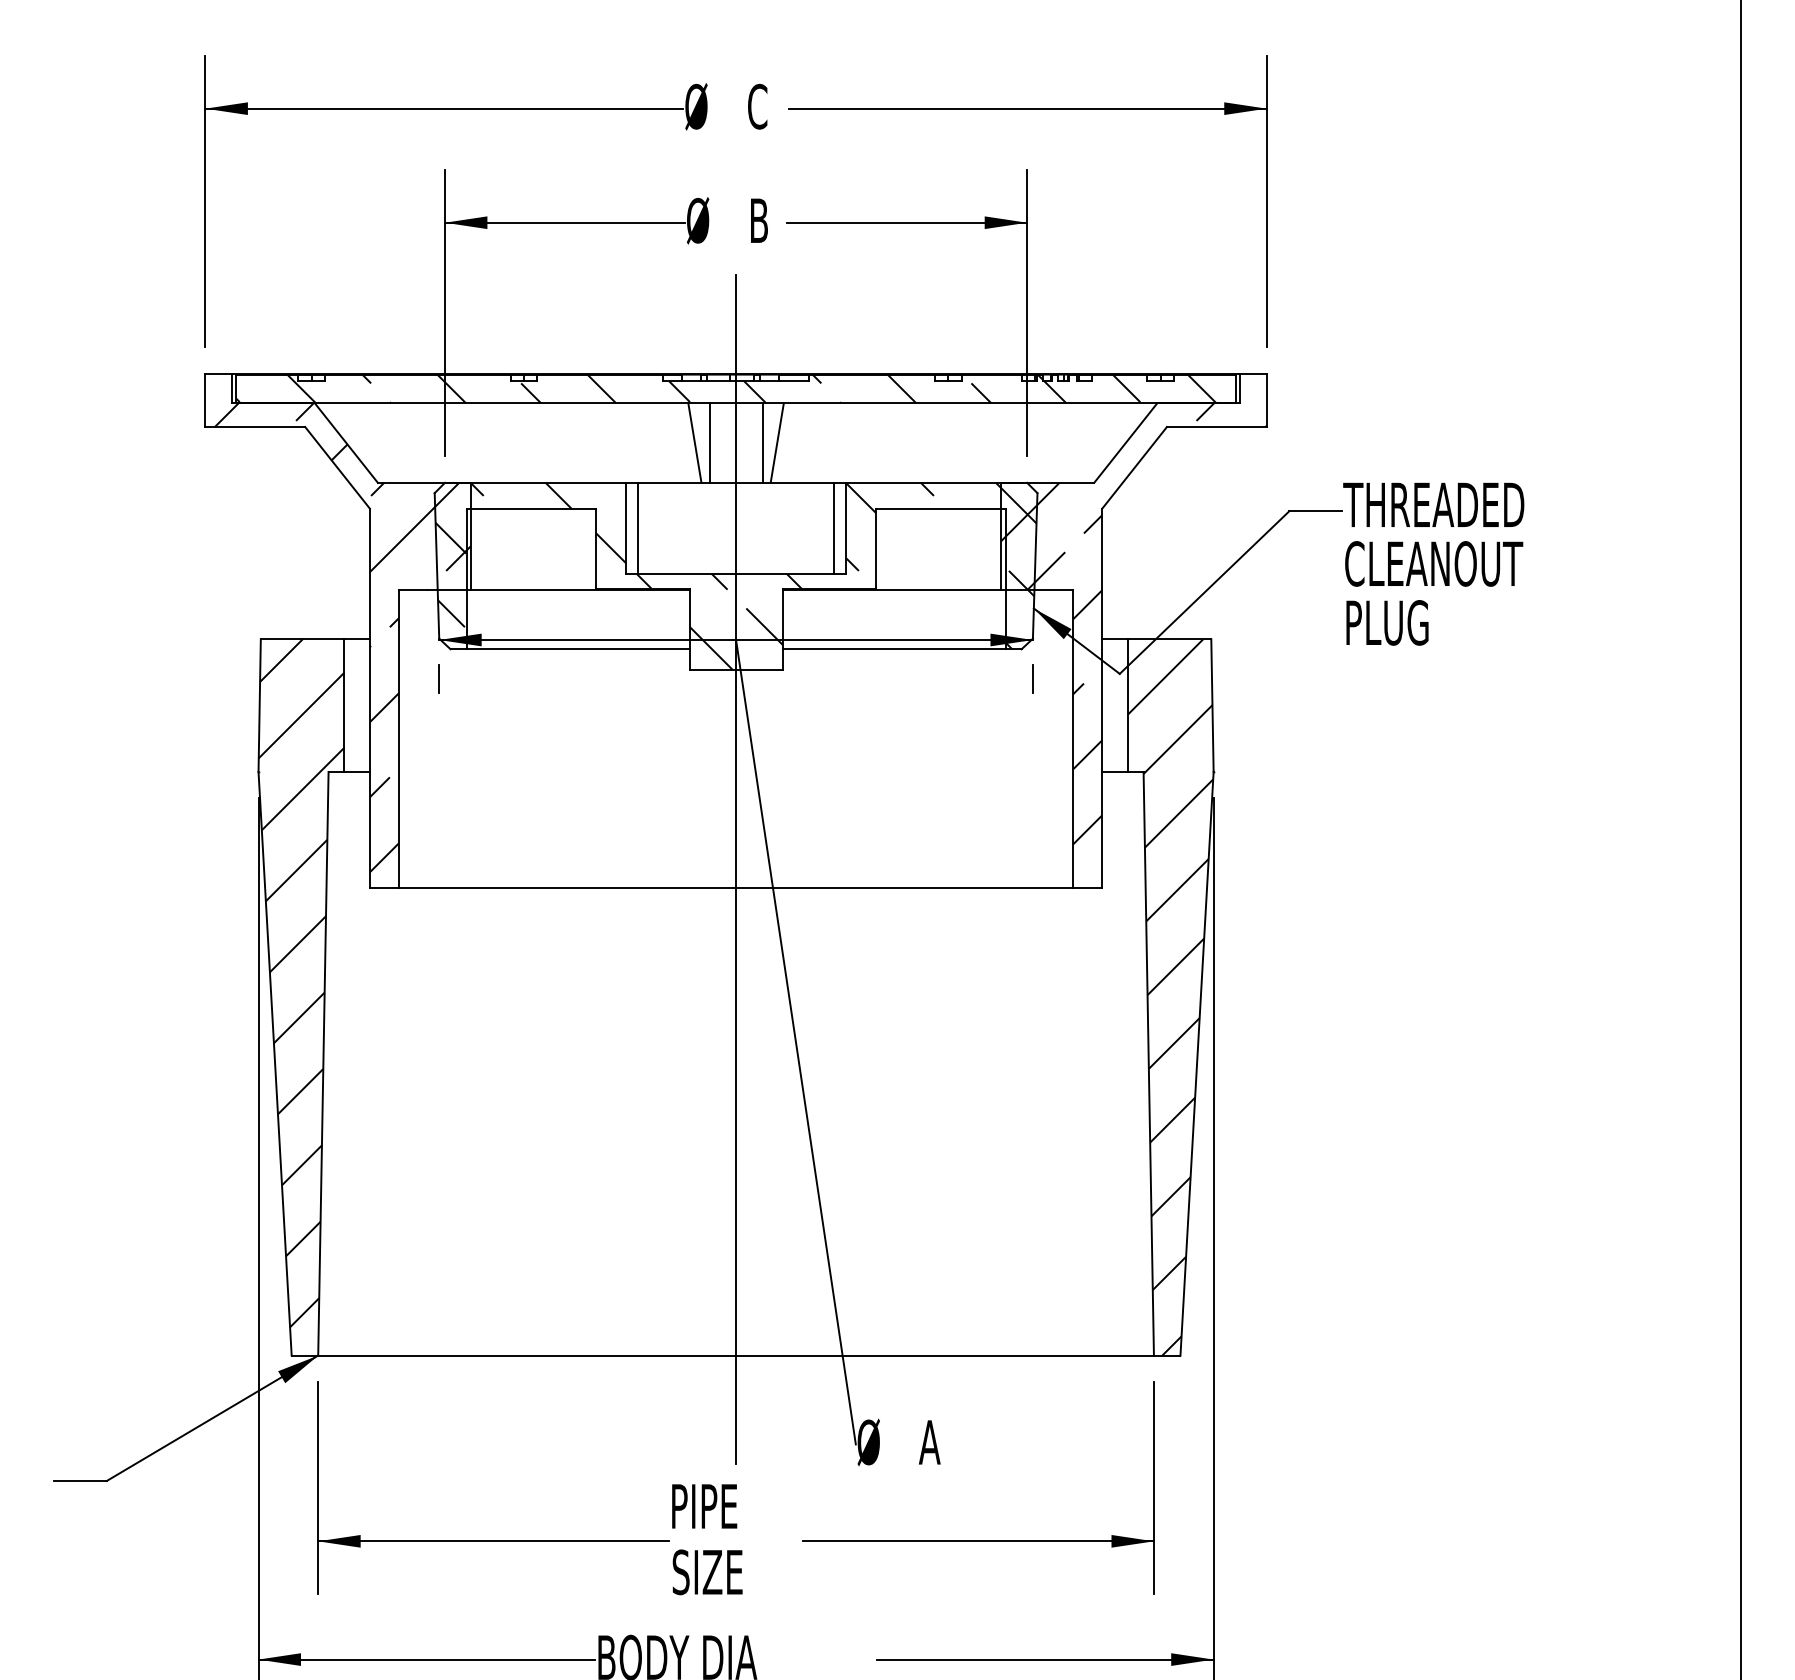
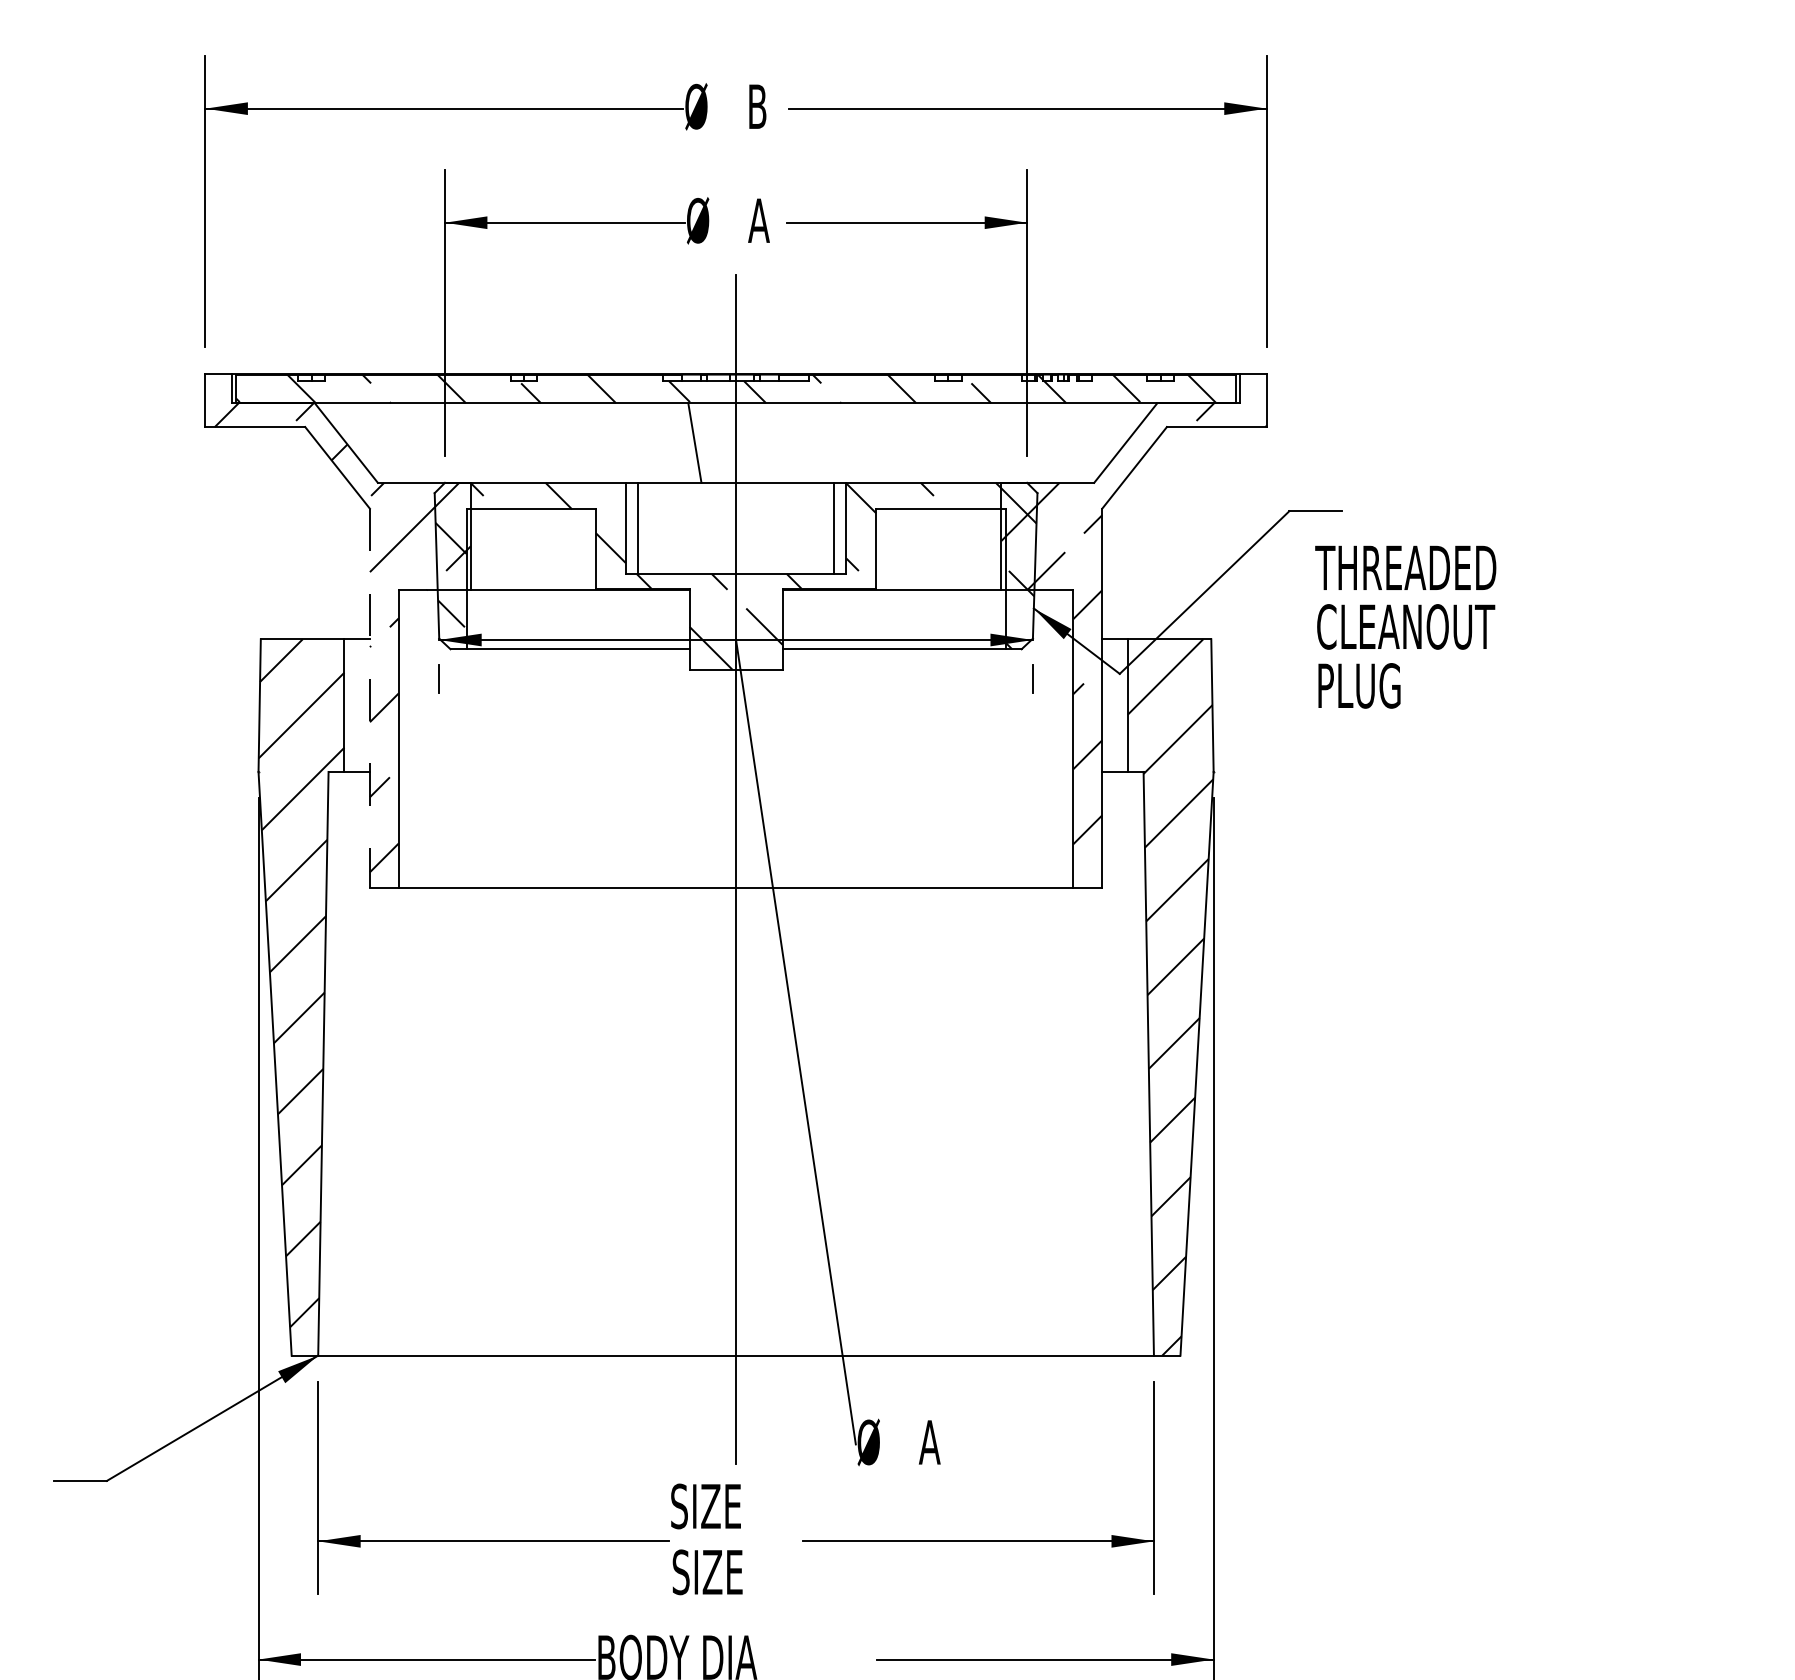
text at (757, 106): C -> B
text at (758, 220): B -> A
line at (709, 442): present -> none
line at (762, 442): present -> none
line at (776, 442): present -> none
text at (1433, 563) position: (1433, 563) -> (1405, 626)
line at (369, 698): solid -> dashed
line at (1741, 839): present -> none
text at (705, 1506): PIPE -> SIZE
